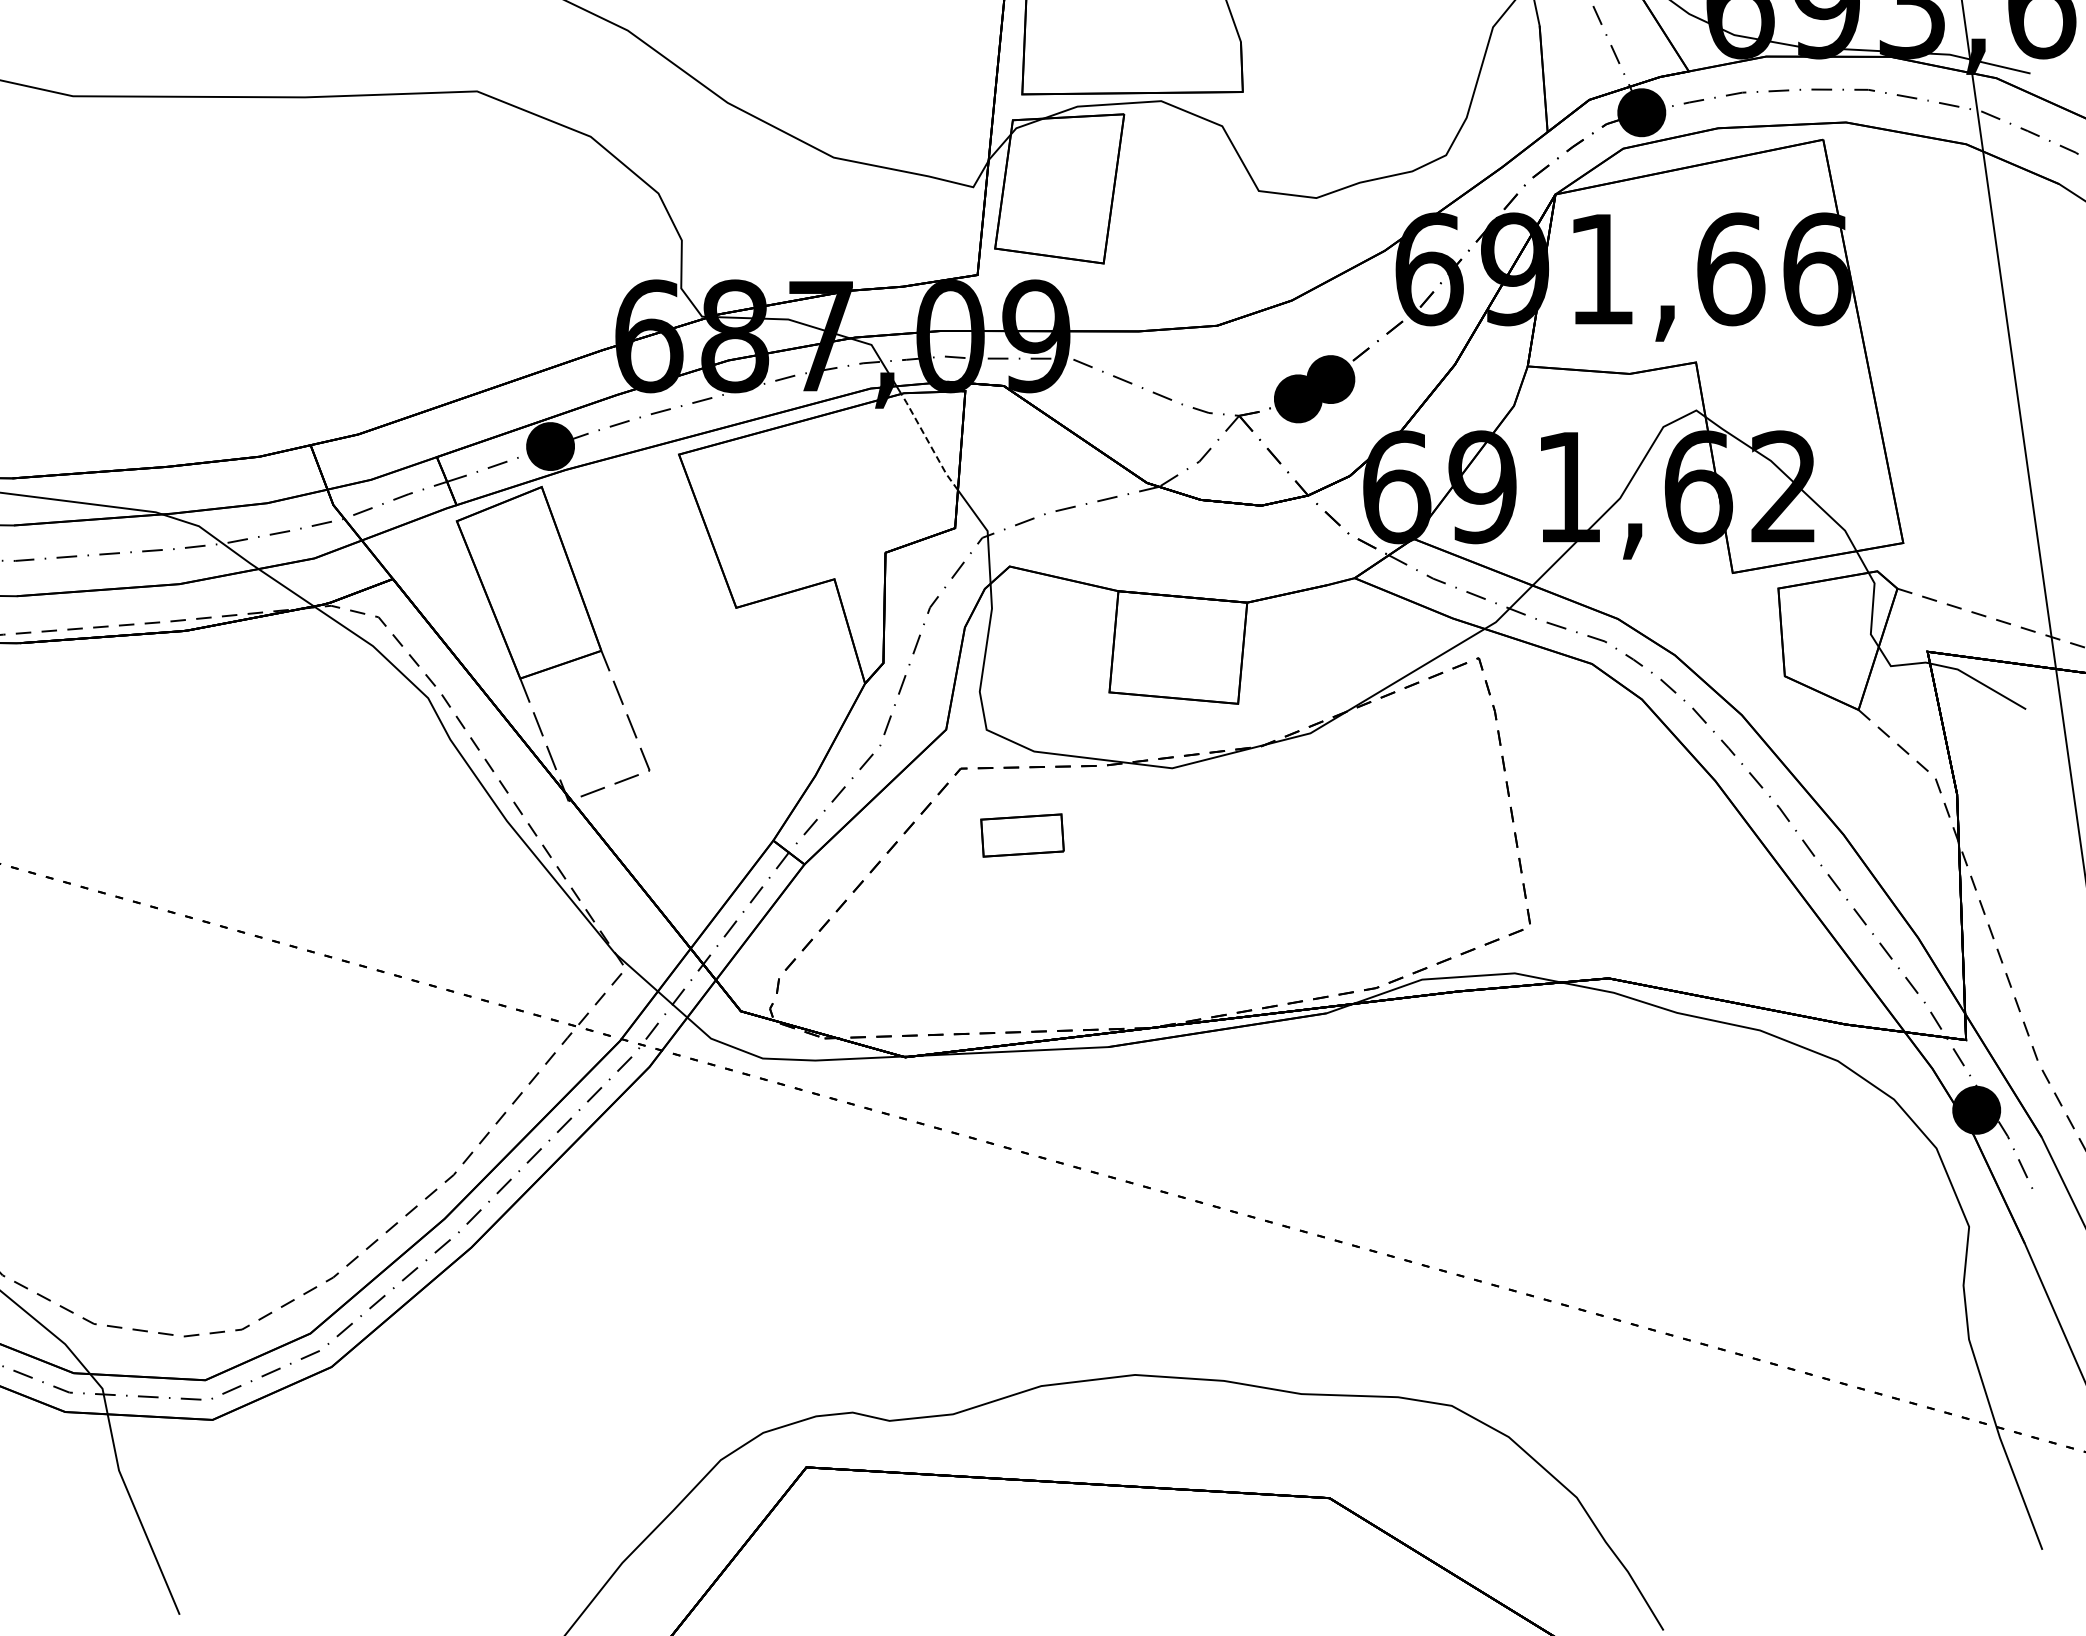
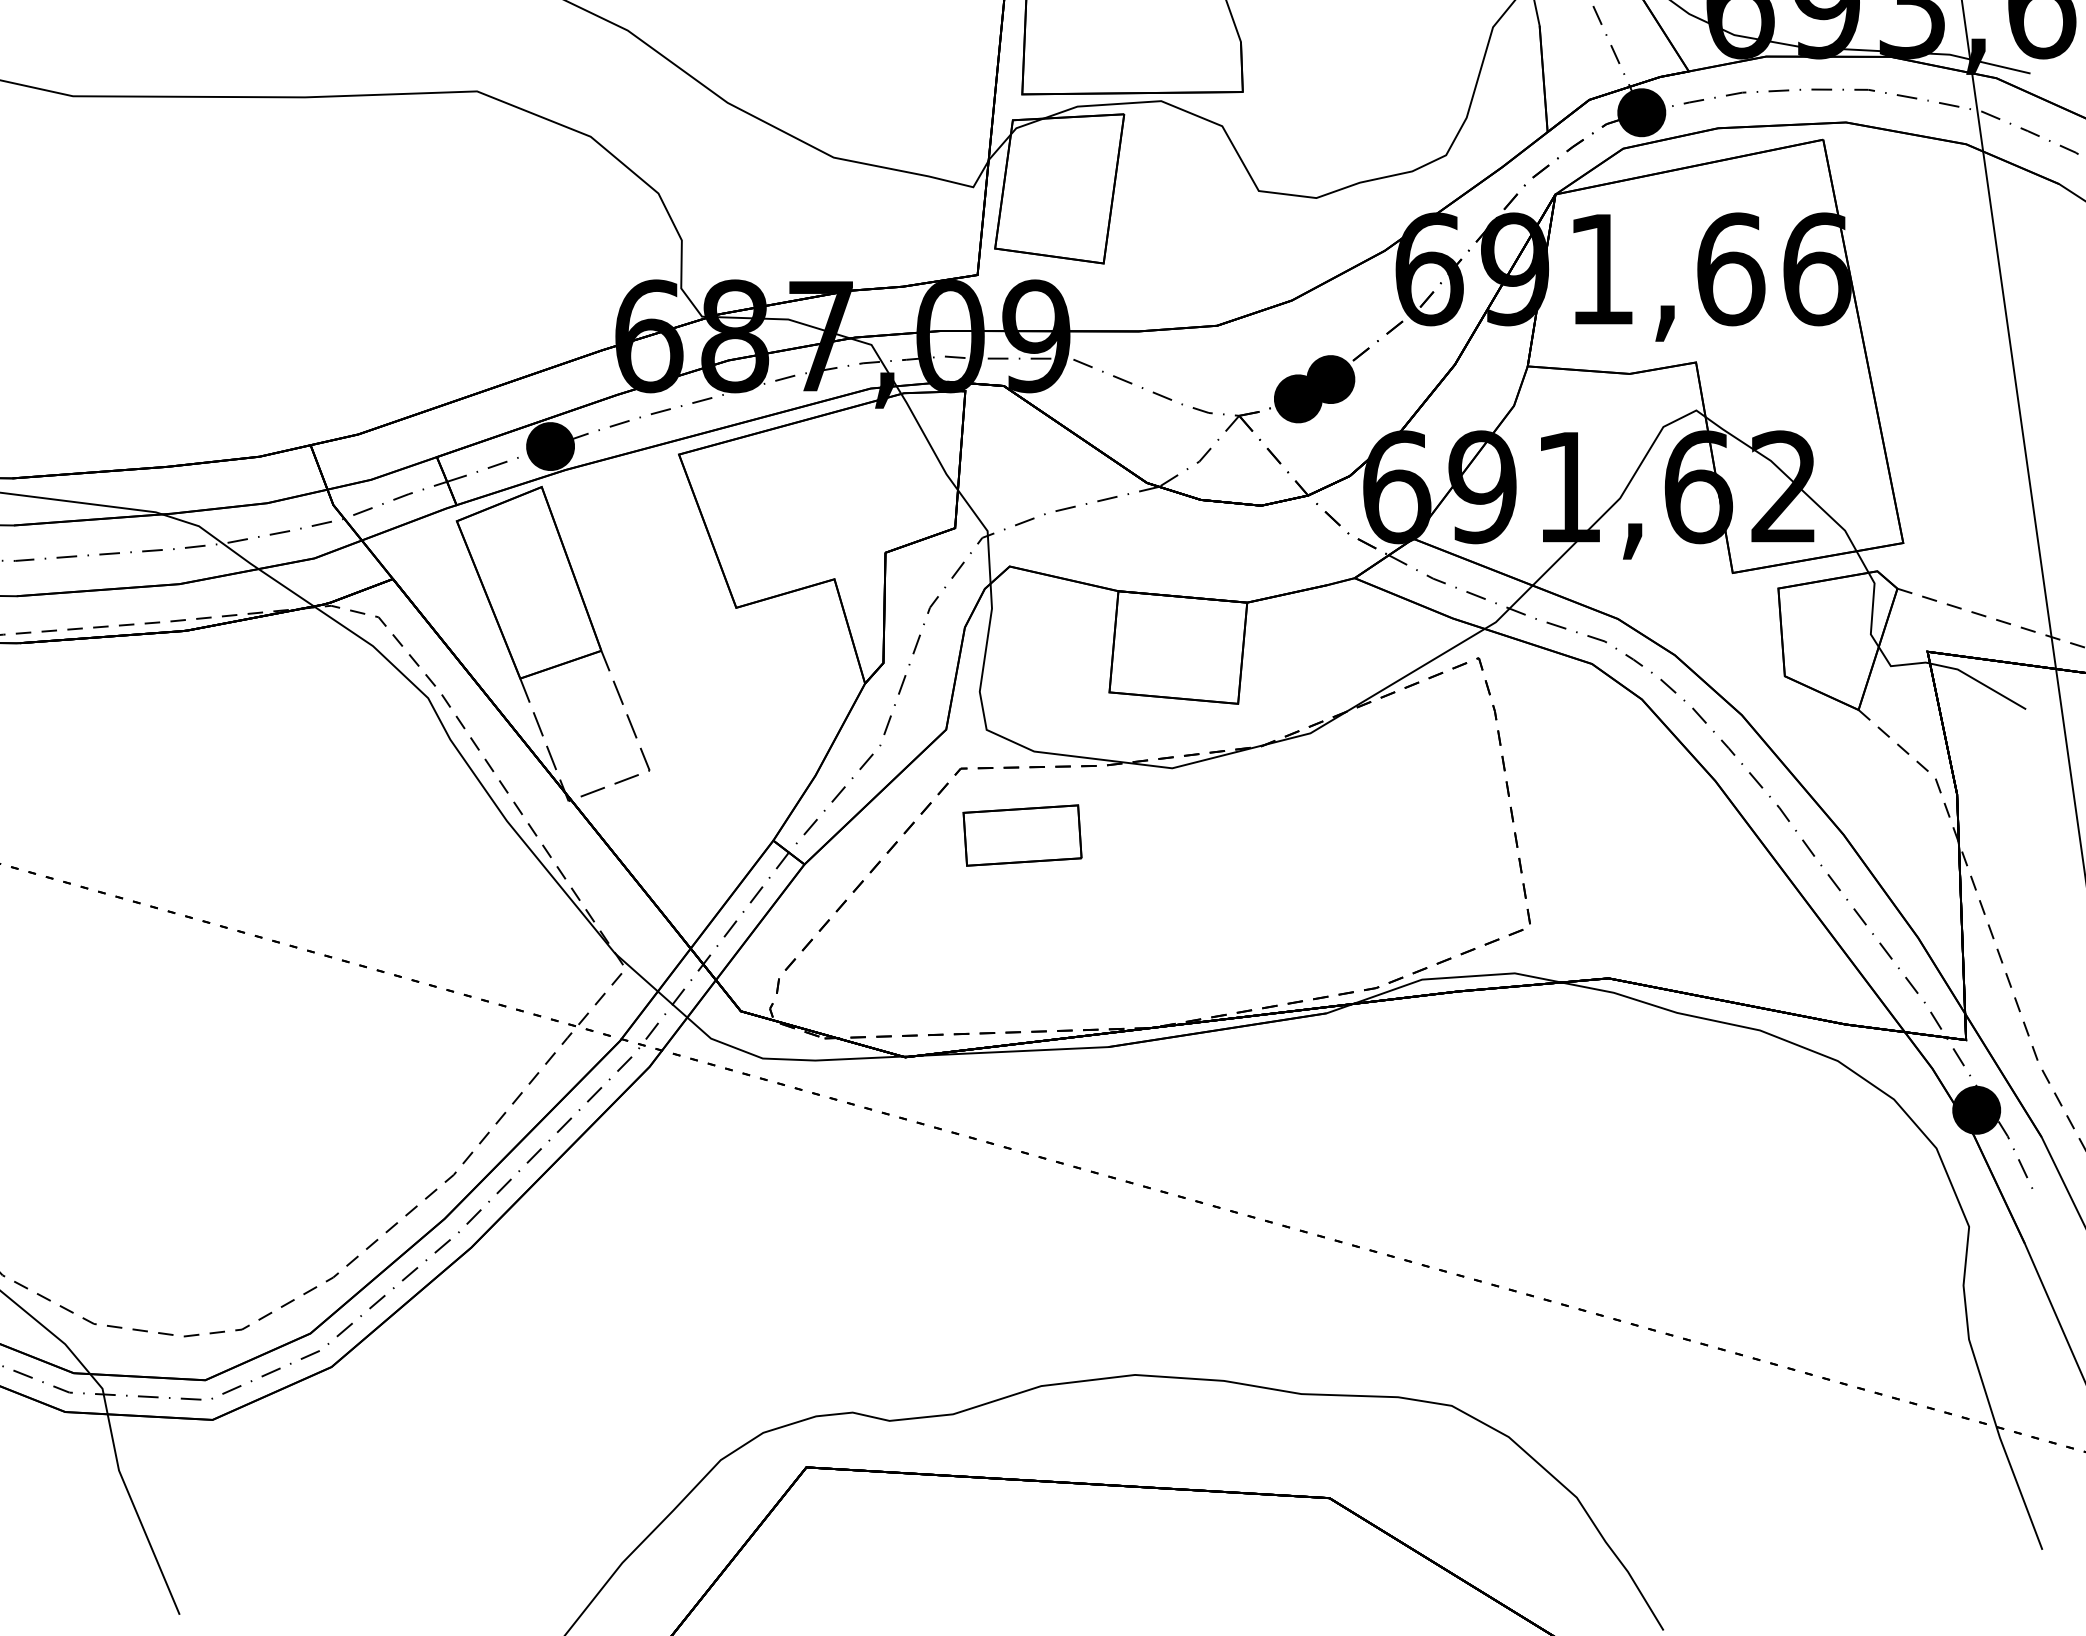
line at (928, 442): dashed -> solid
part at (1022, 835) size: 85x45 px -> 121x63 px
